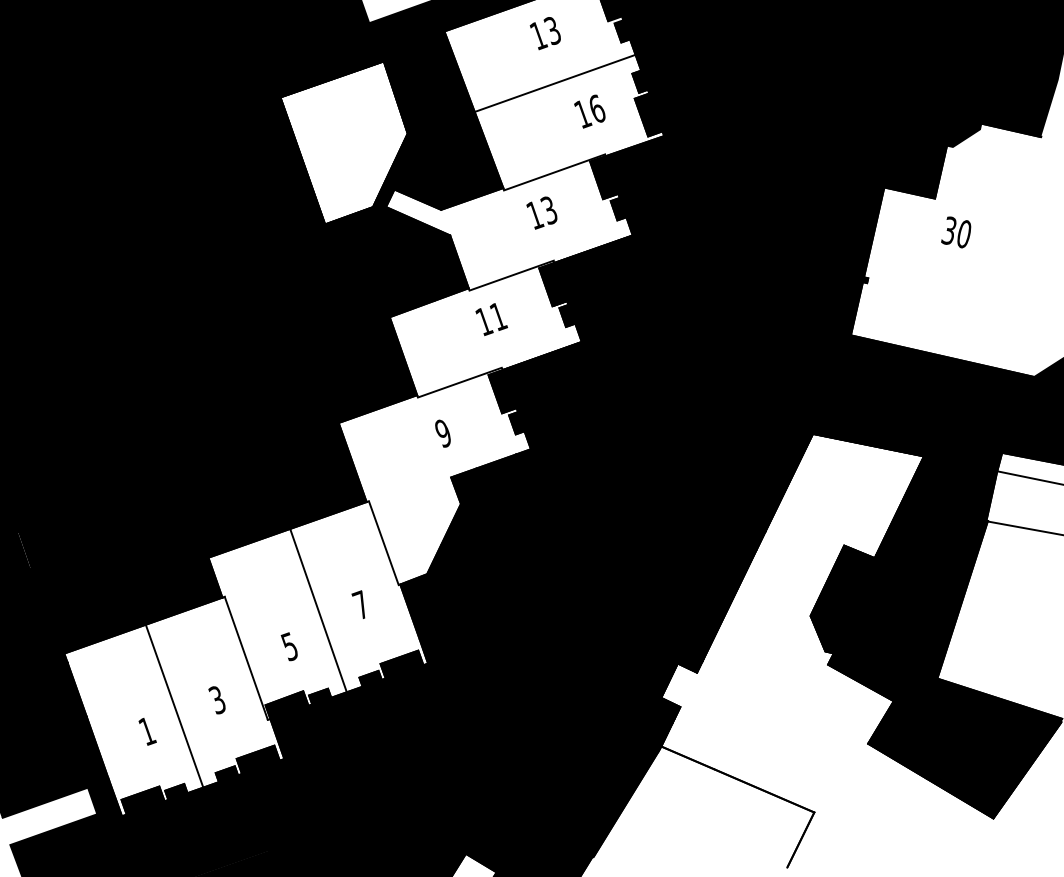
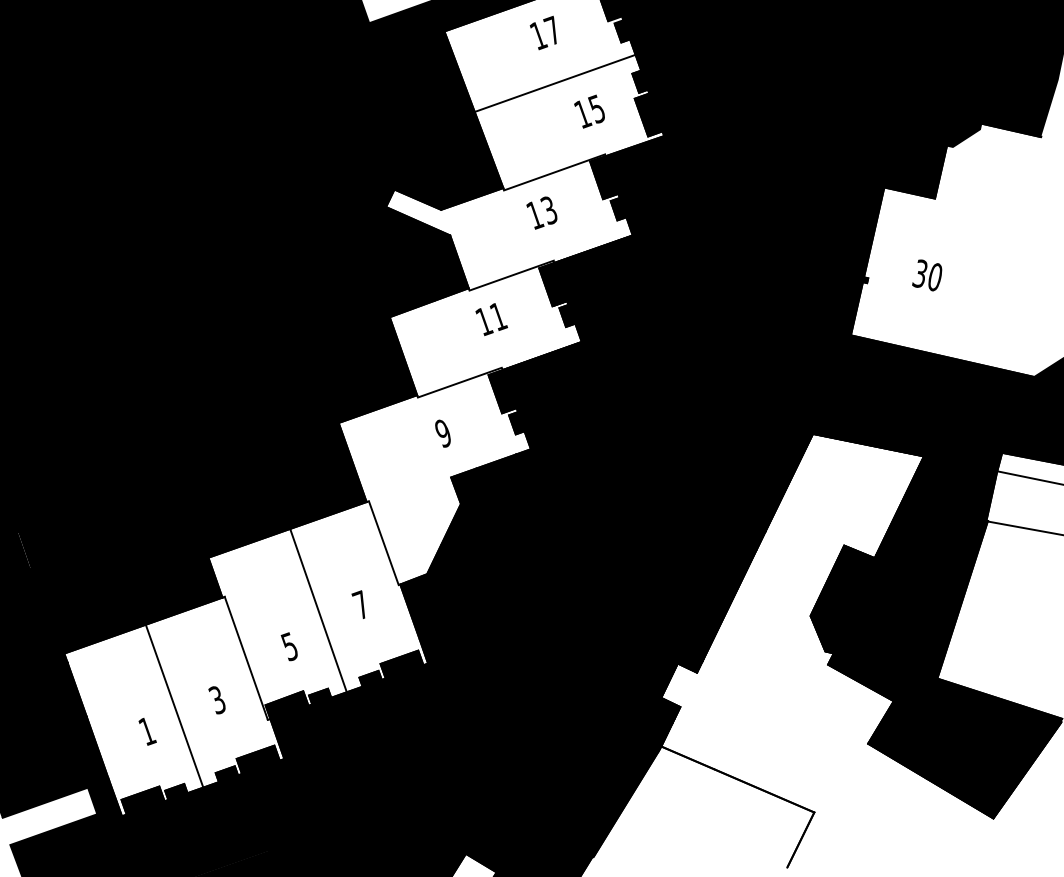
text at (551, 29): 13 -> 17
text at (596, 108): 16 -> 15
fill at (343, 142): none -> present
text at (956, 232) position: (956, 232) -> (927, 275)
